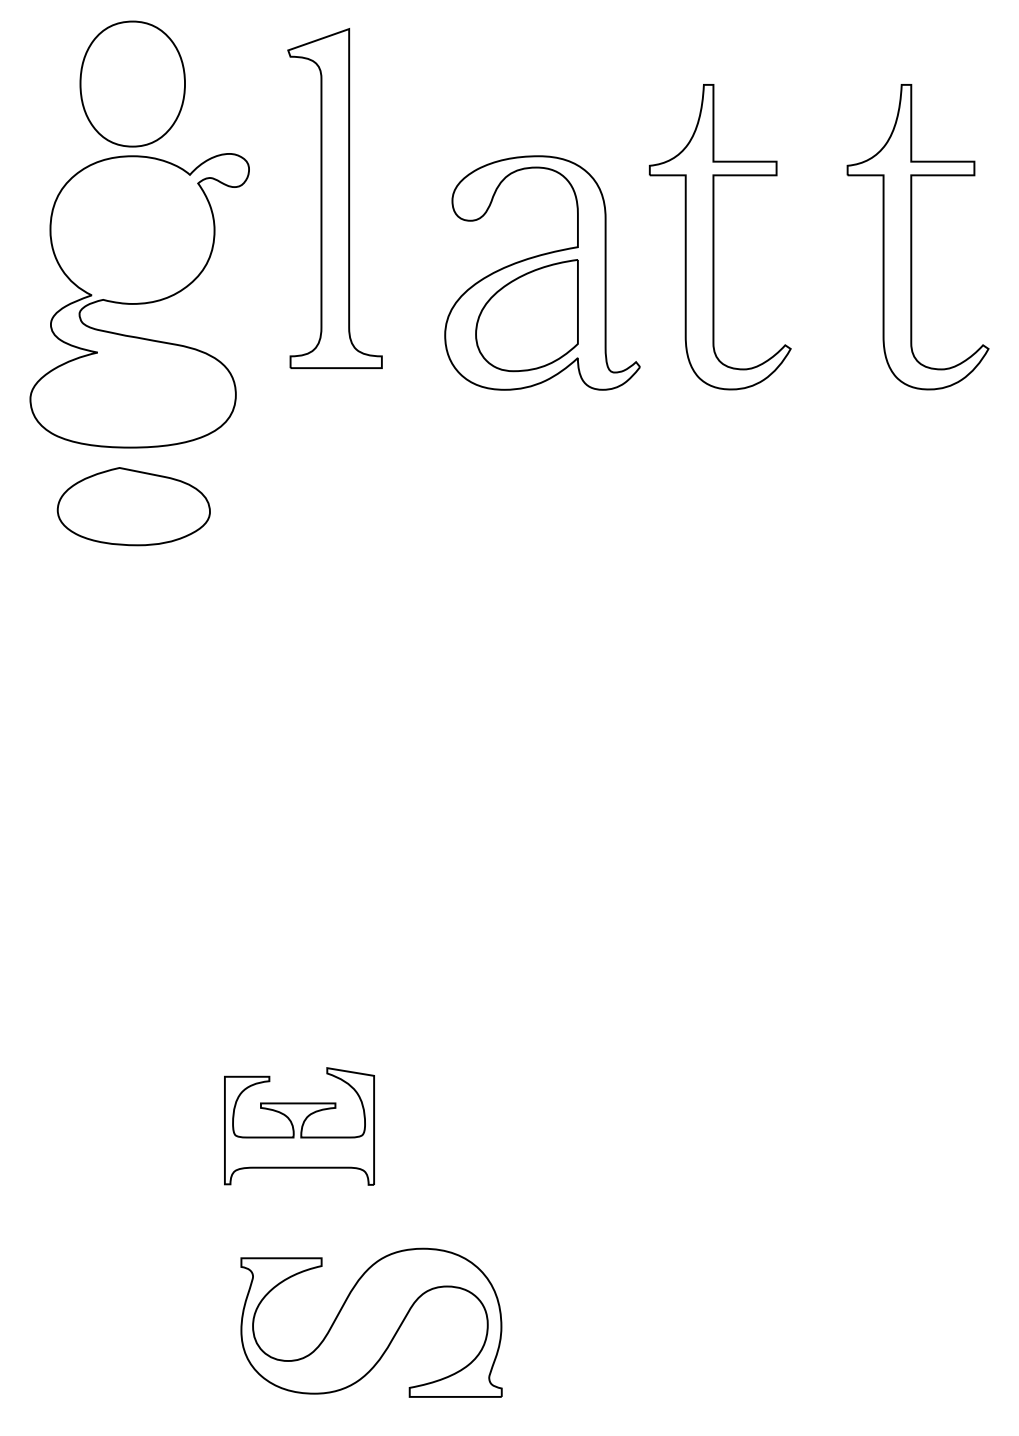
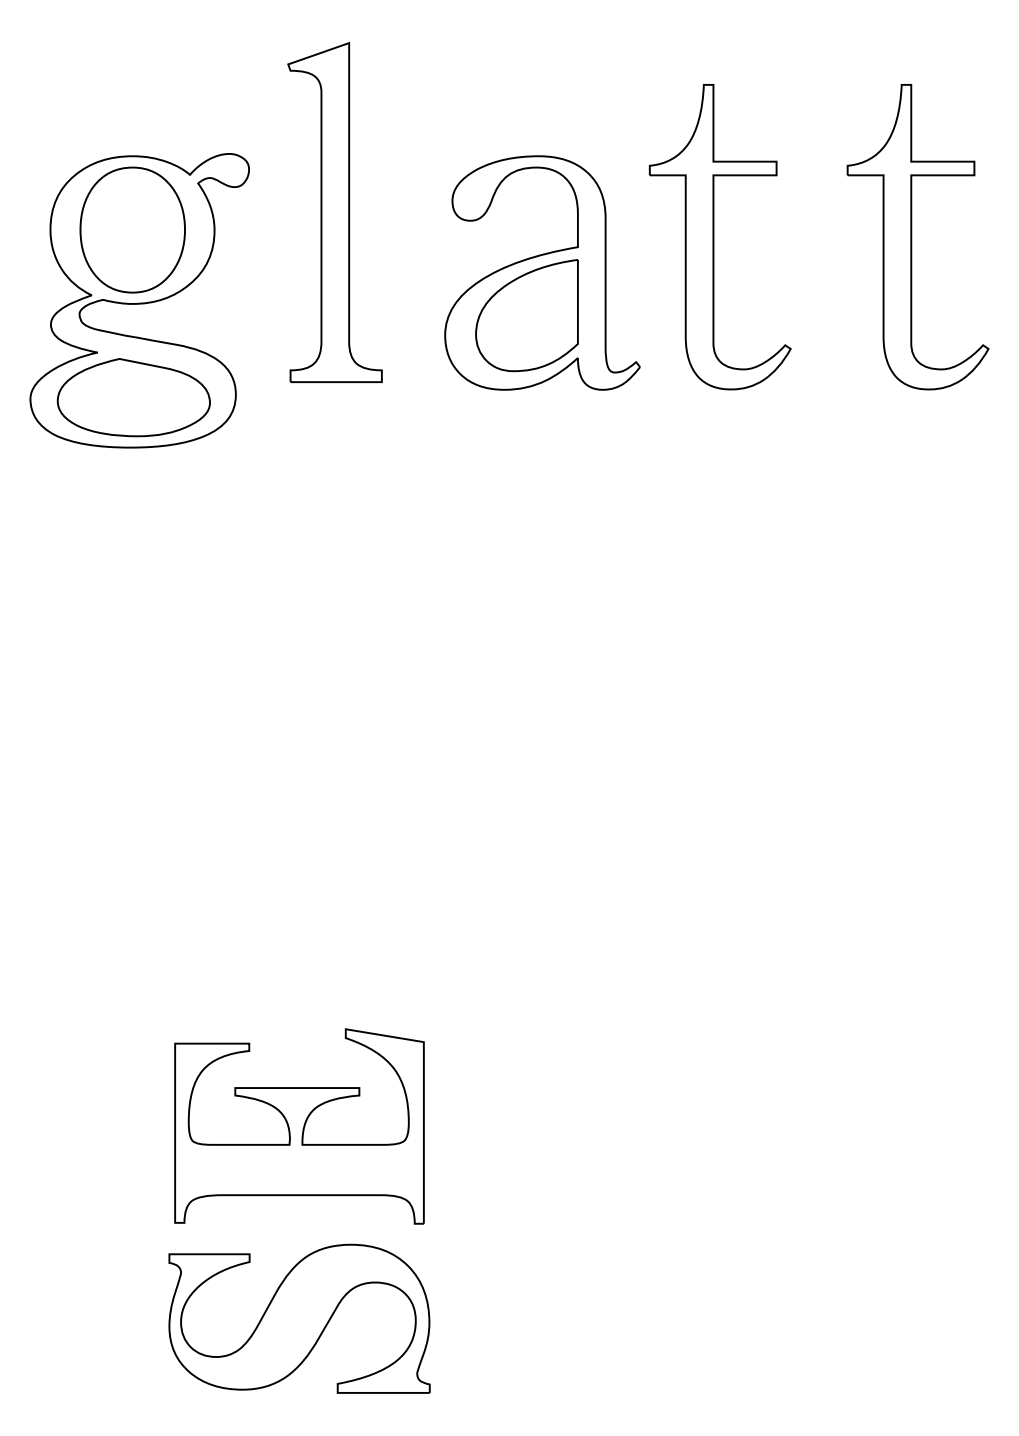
part at (132, 83) position: (132, 83) -> (132, 229)
part at (334, 198) position: (334, 198) -> (334, 212)
part at (133, 506) position: (133, 506) -> (133, 397)
part at (299, 1126) size: 151x119 px -> 251x197 px
part at (371, 1322) position: (371, 1322) -> (299, 1318)
